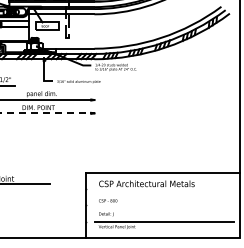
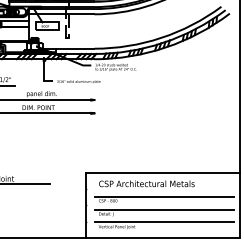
line at (46, 113): dashed -> solid
line at (164, 196): none -> present
line at (164, 209): none -> present
